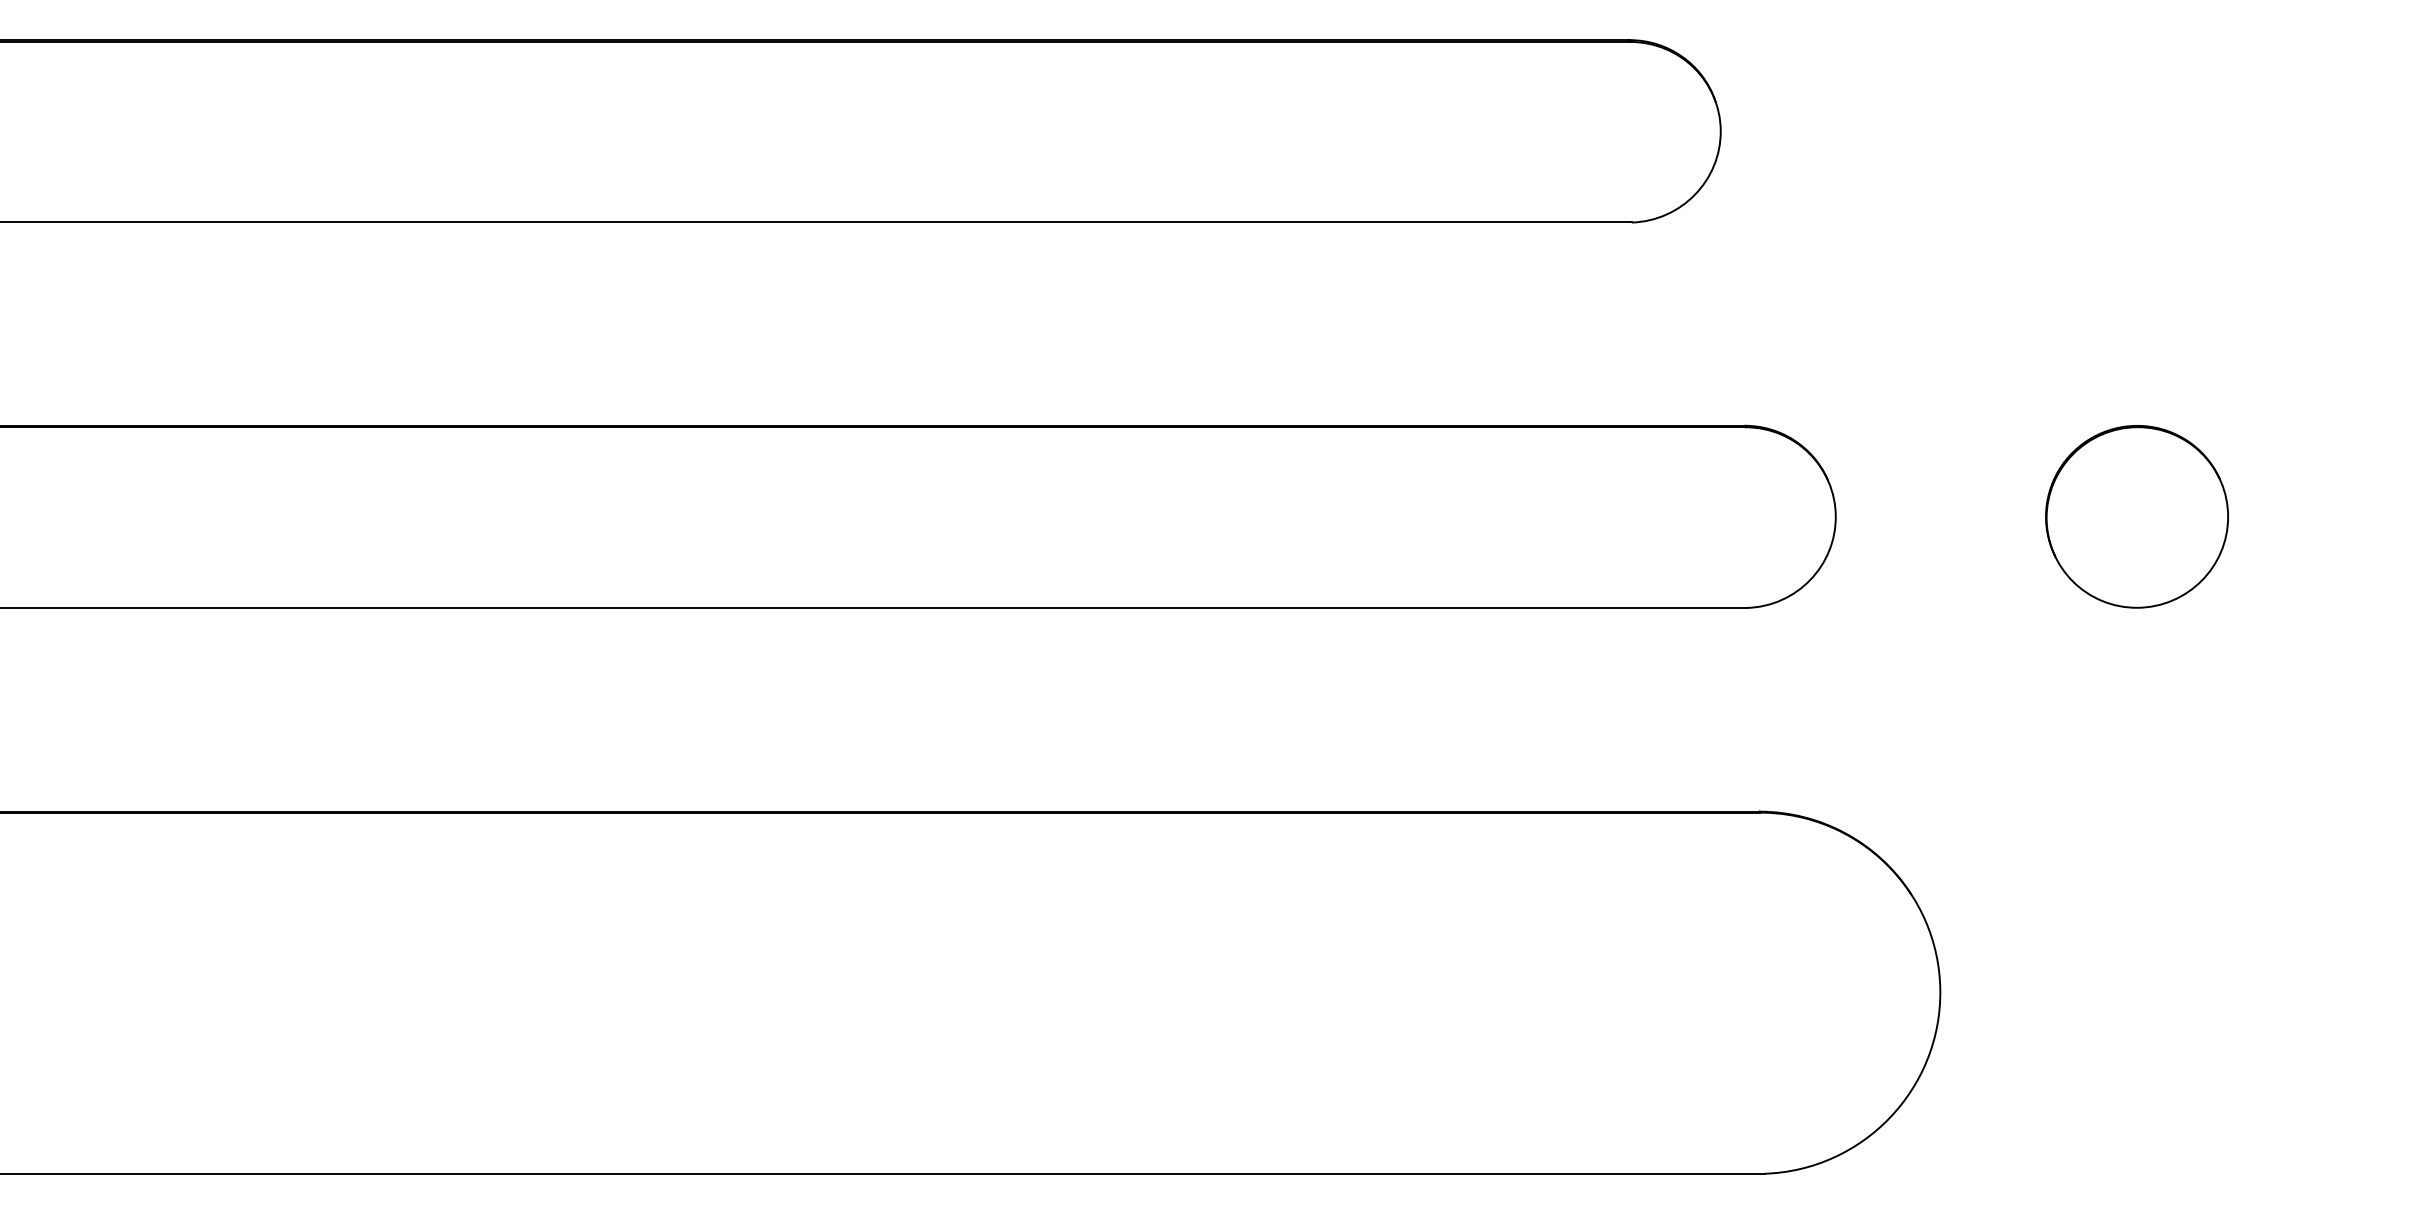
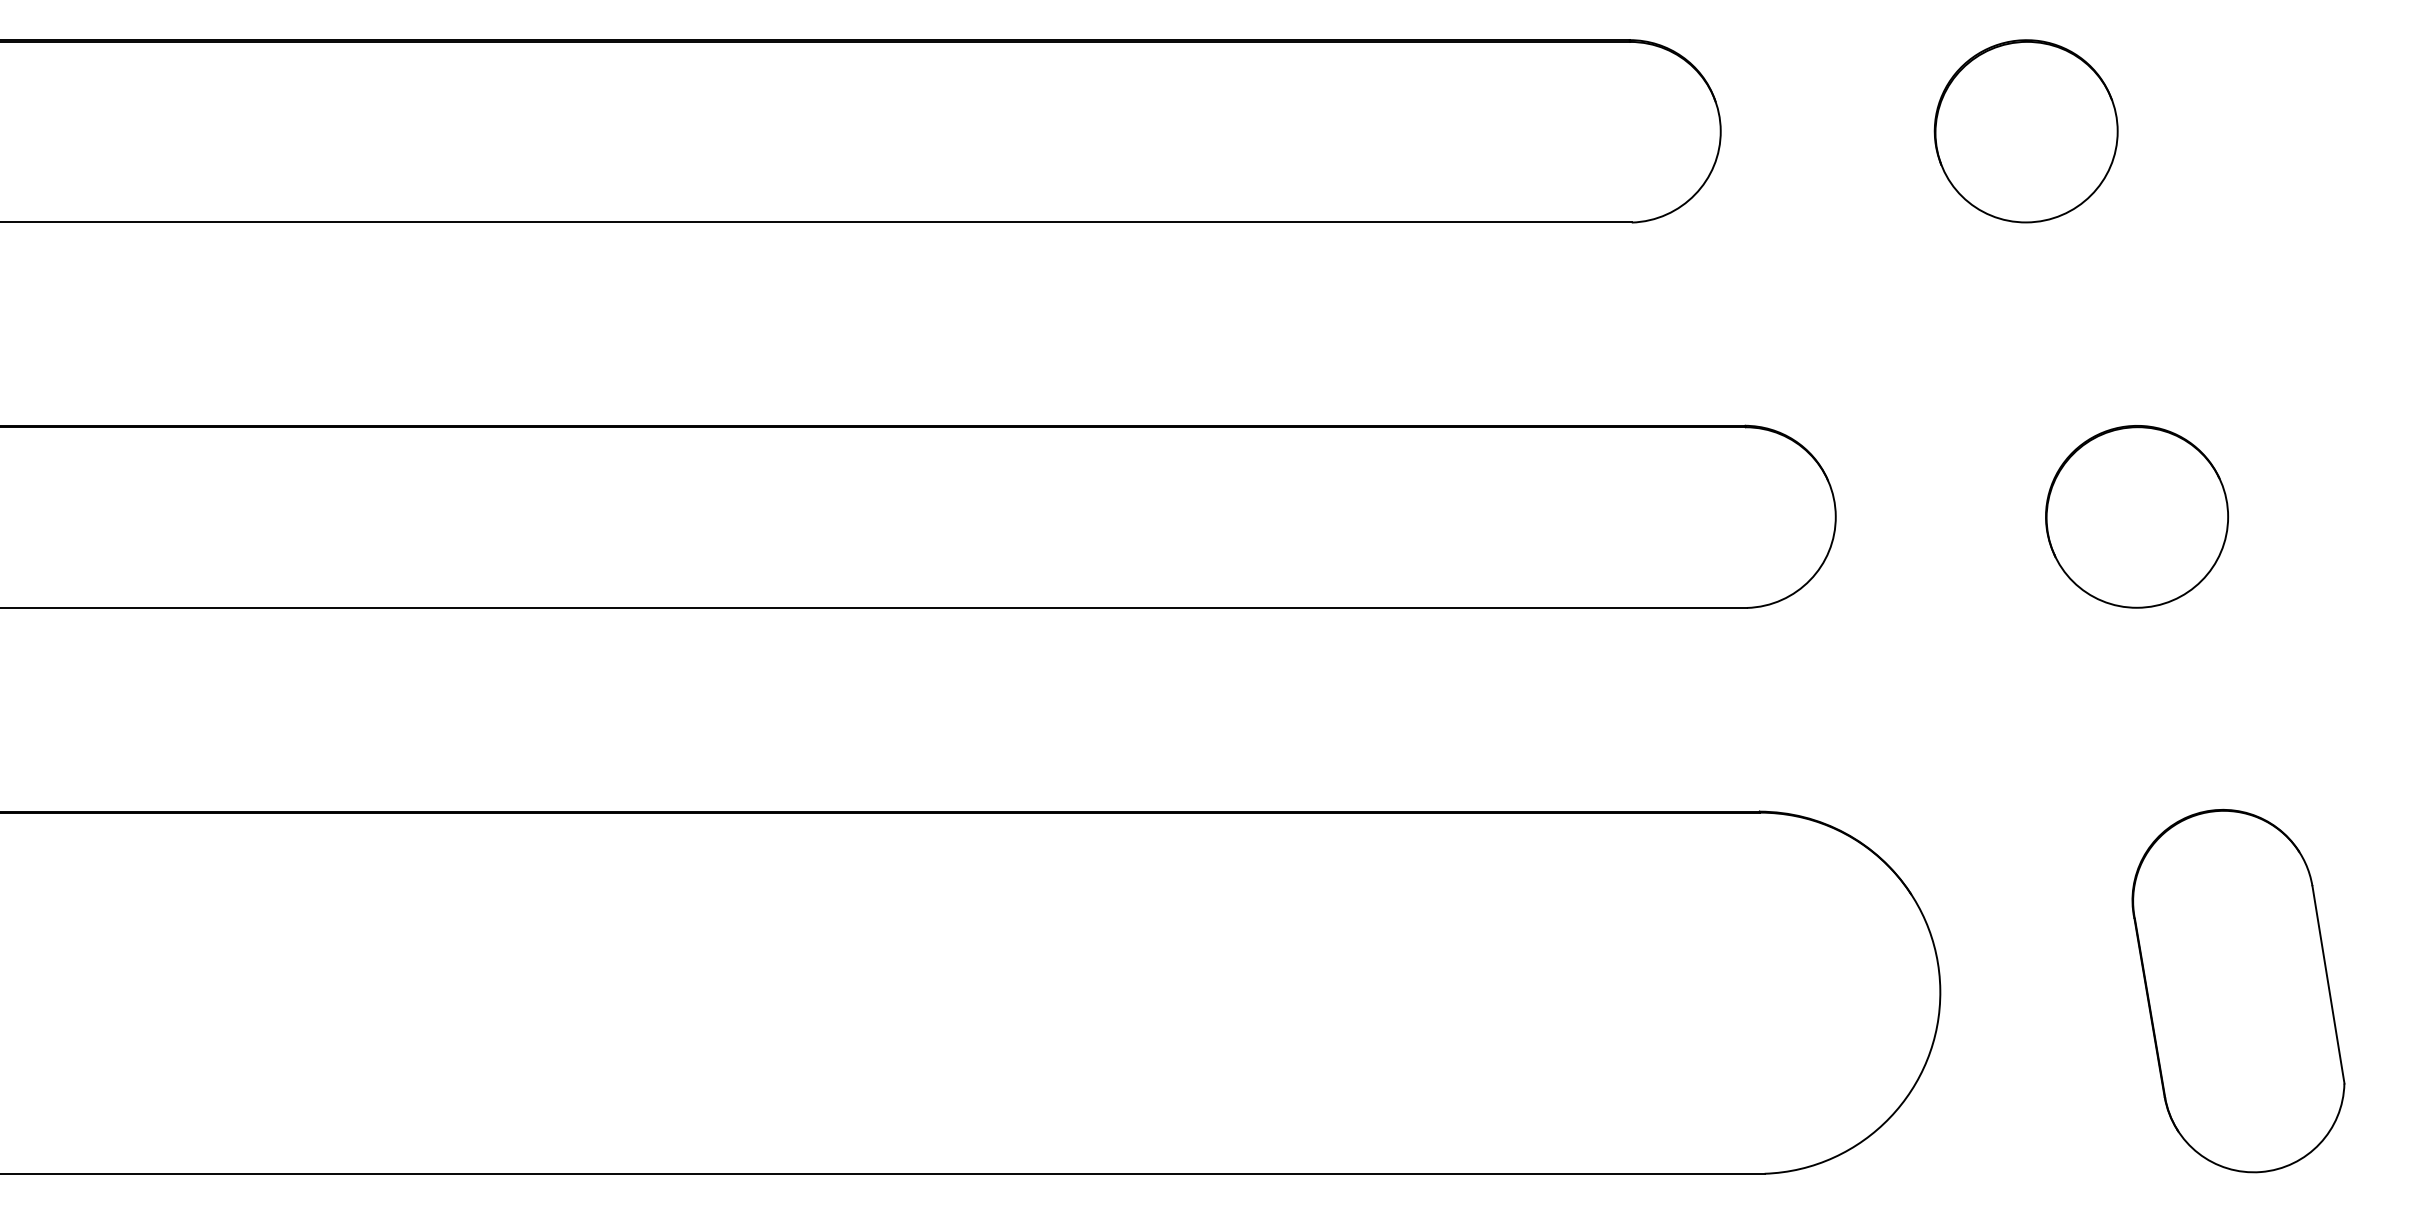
part at (2025, 131): none -> present
part at (2238, 991): none -> present
